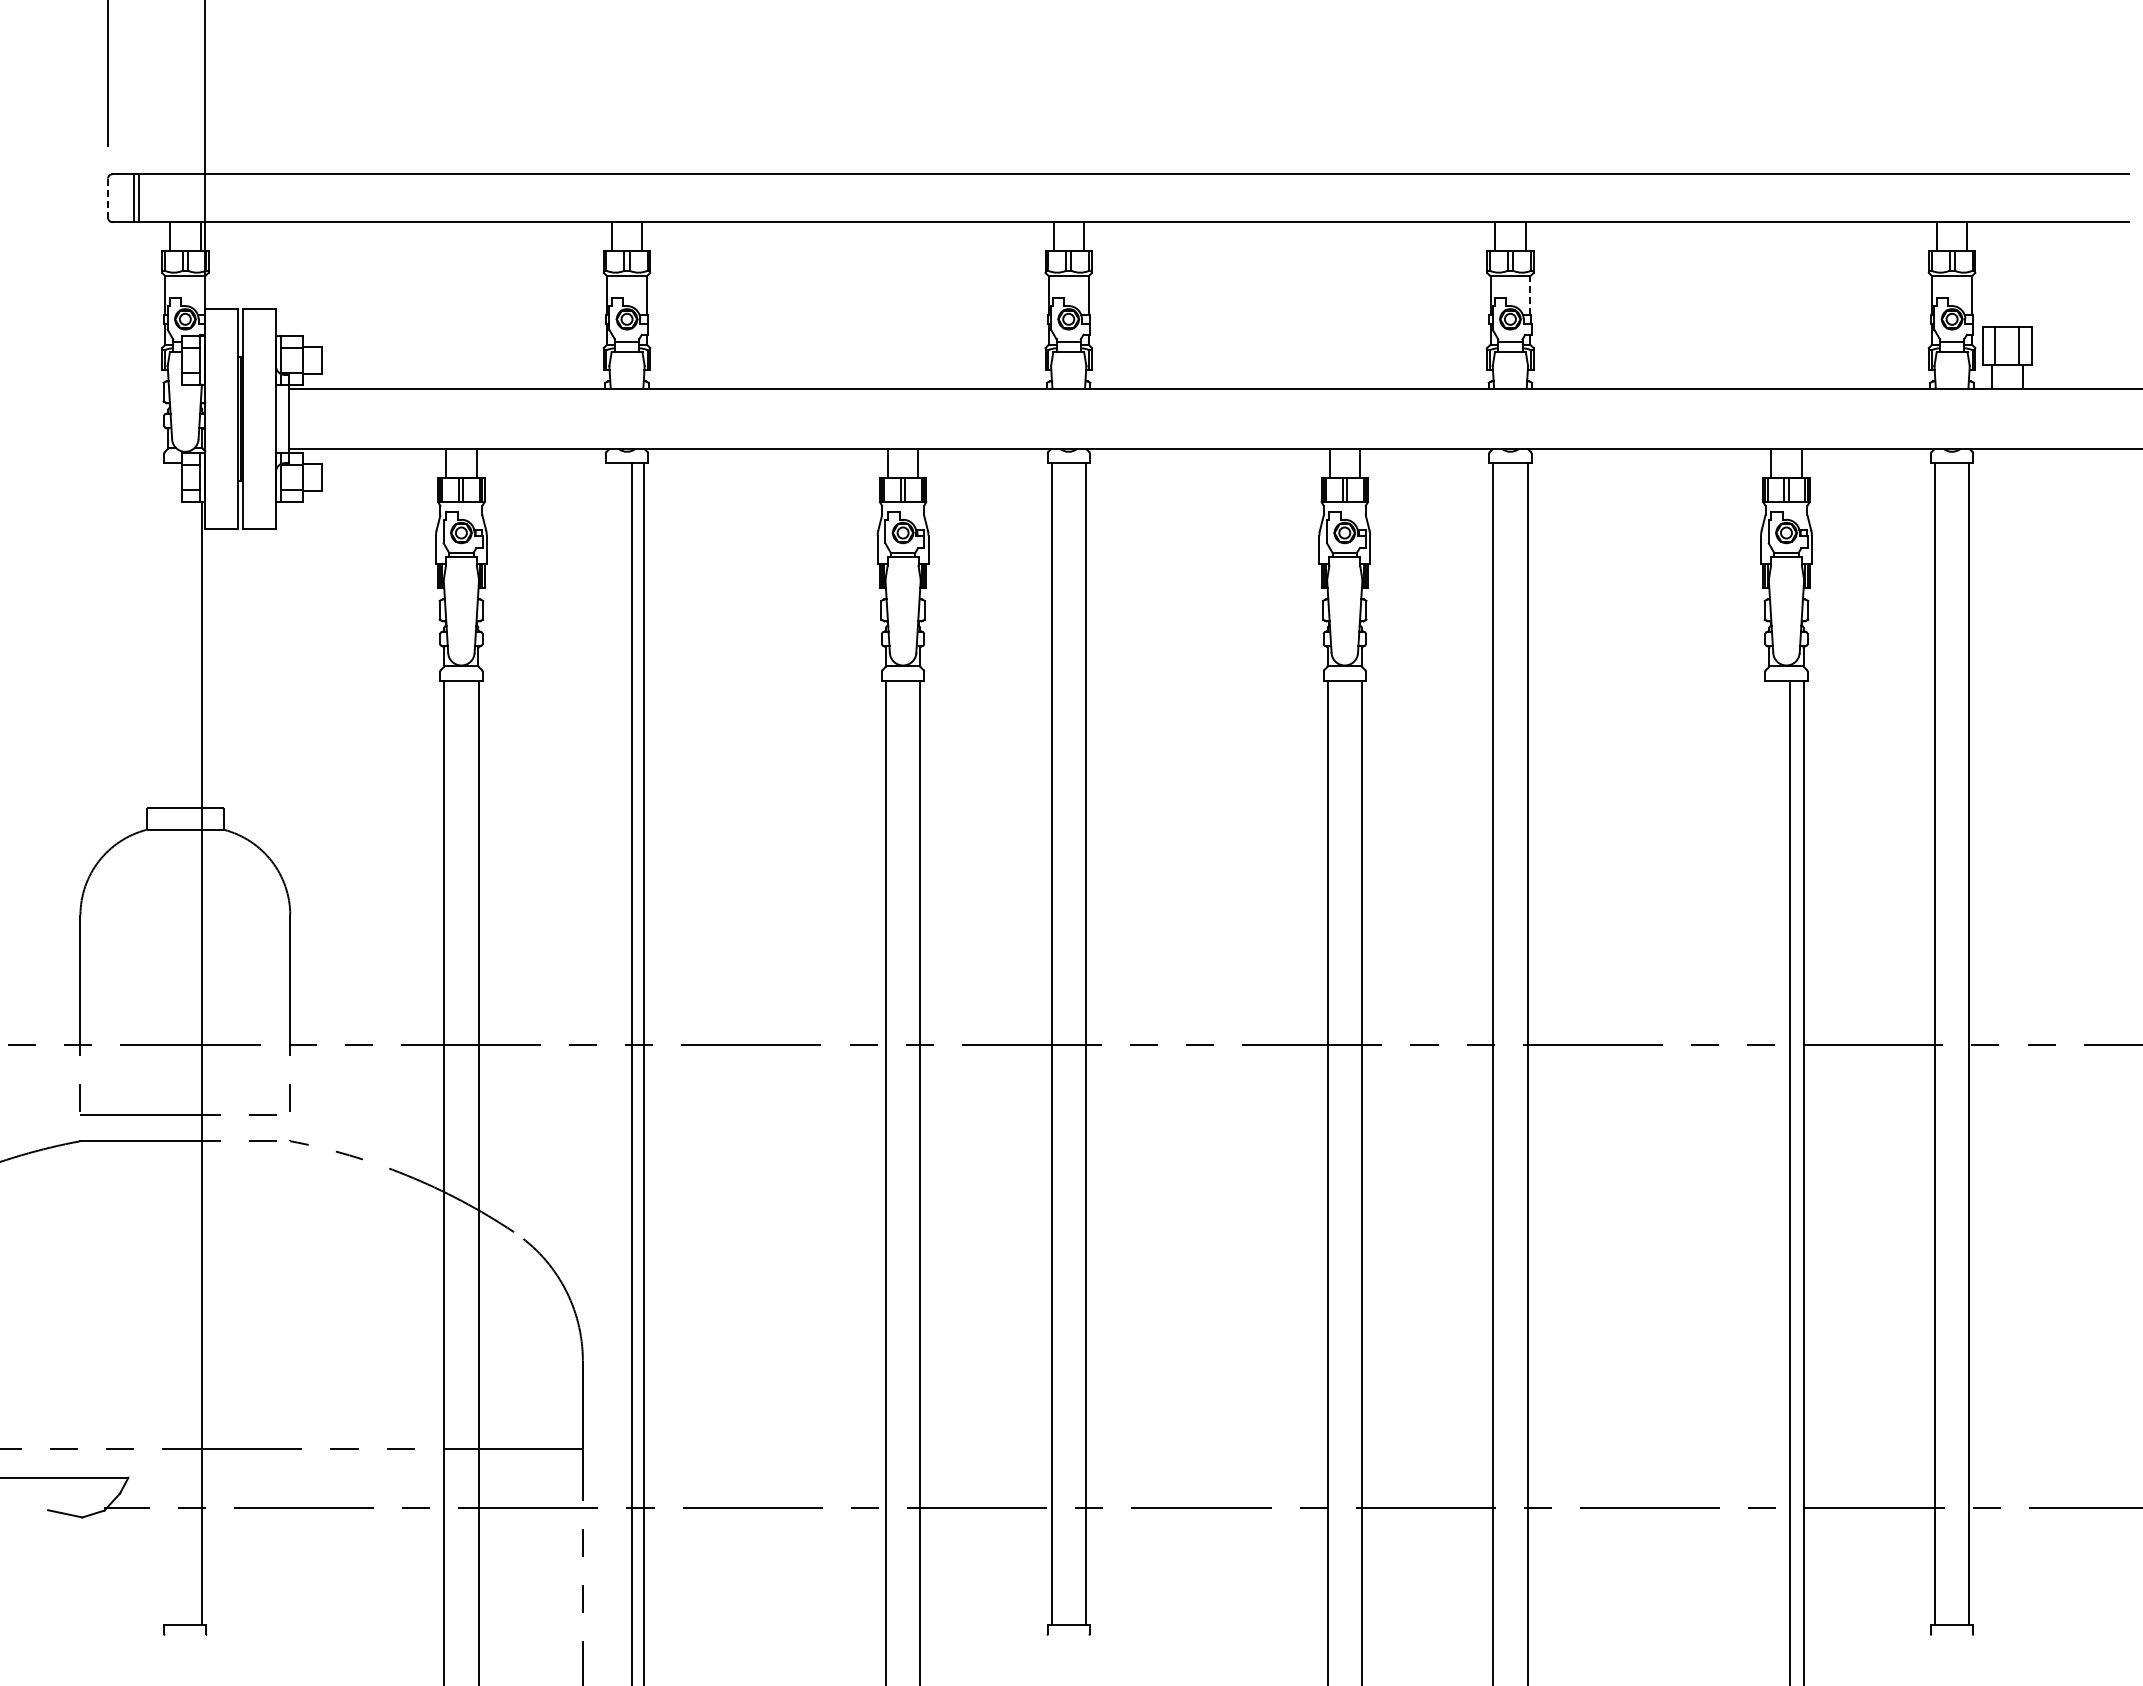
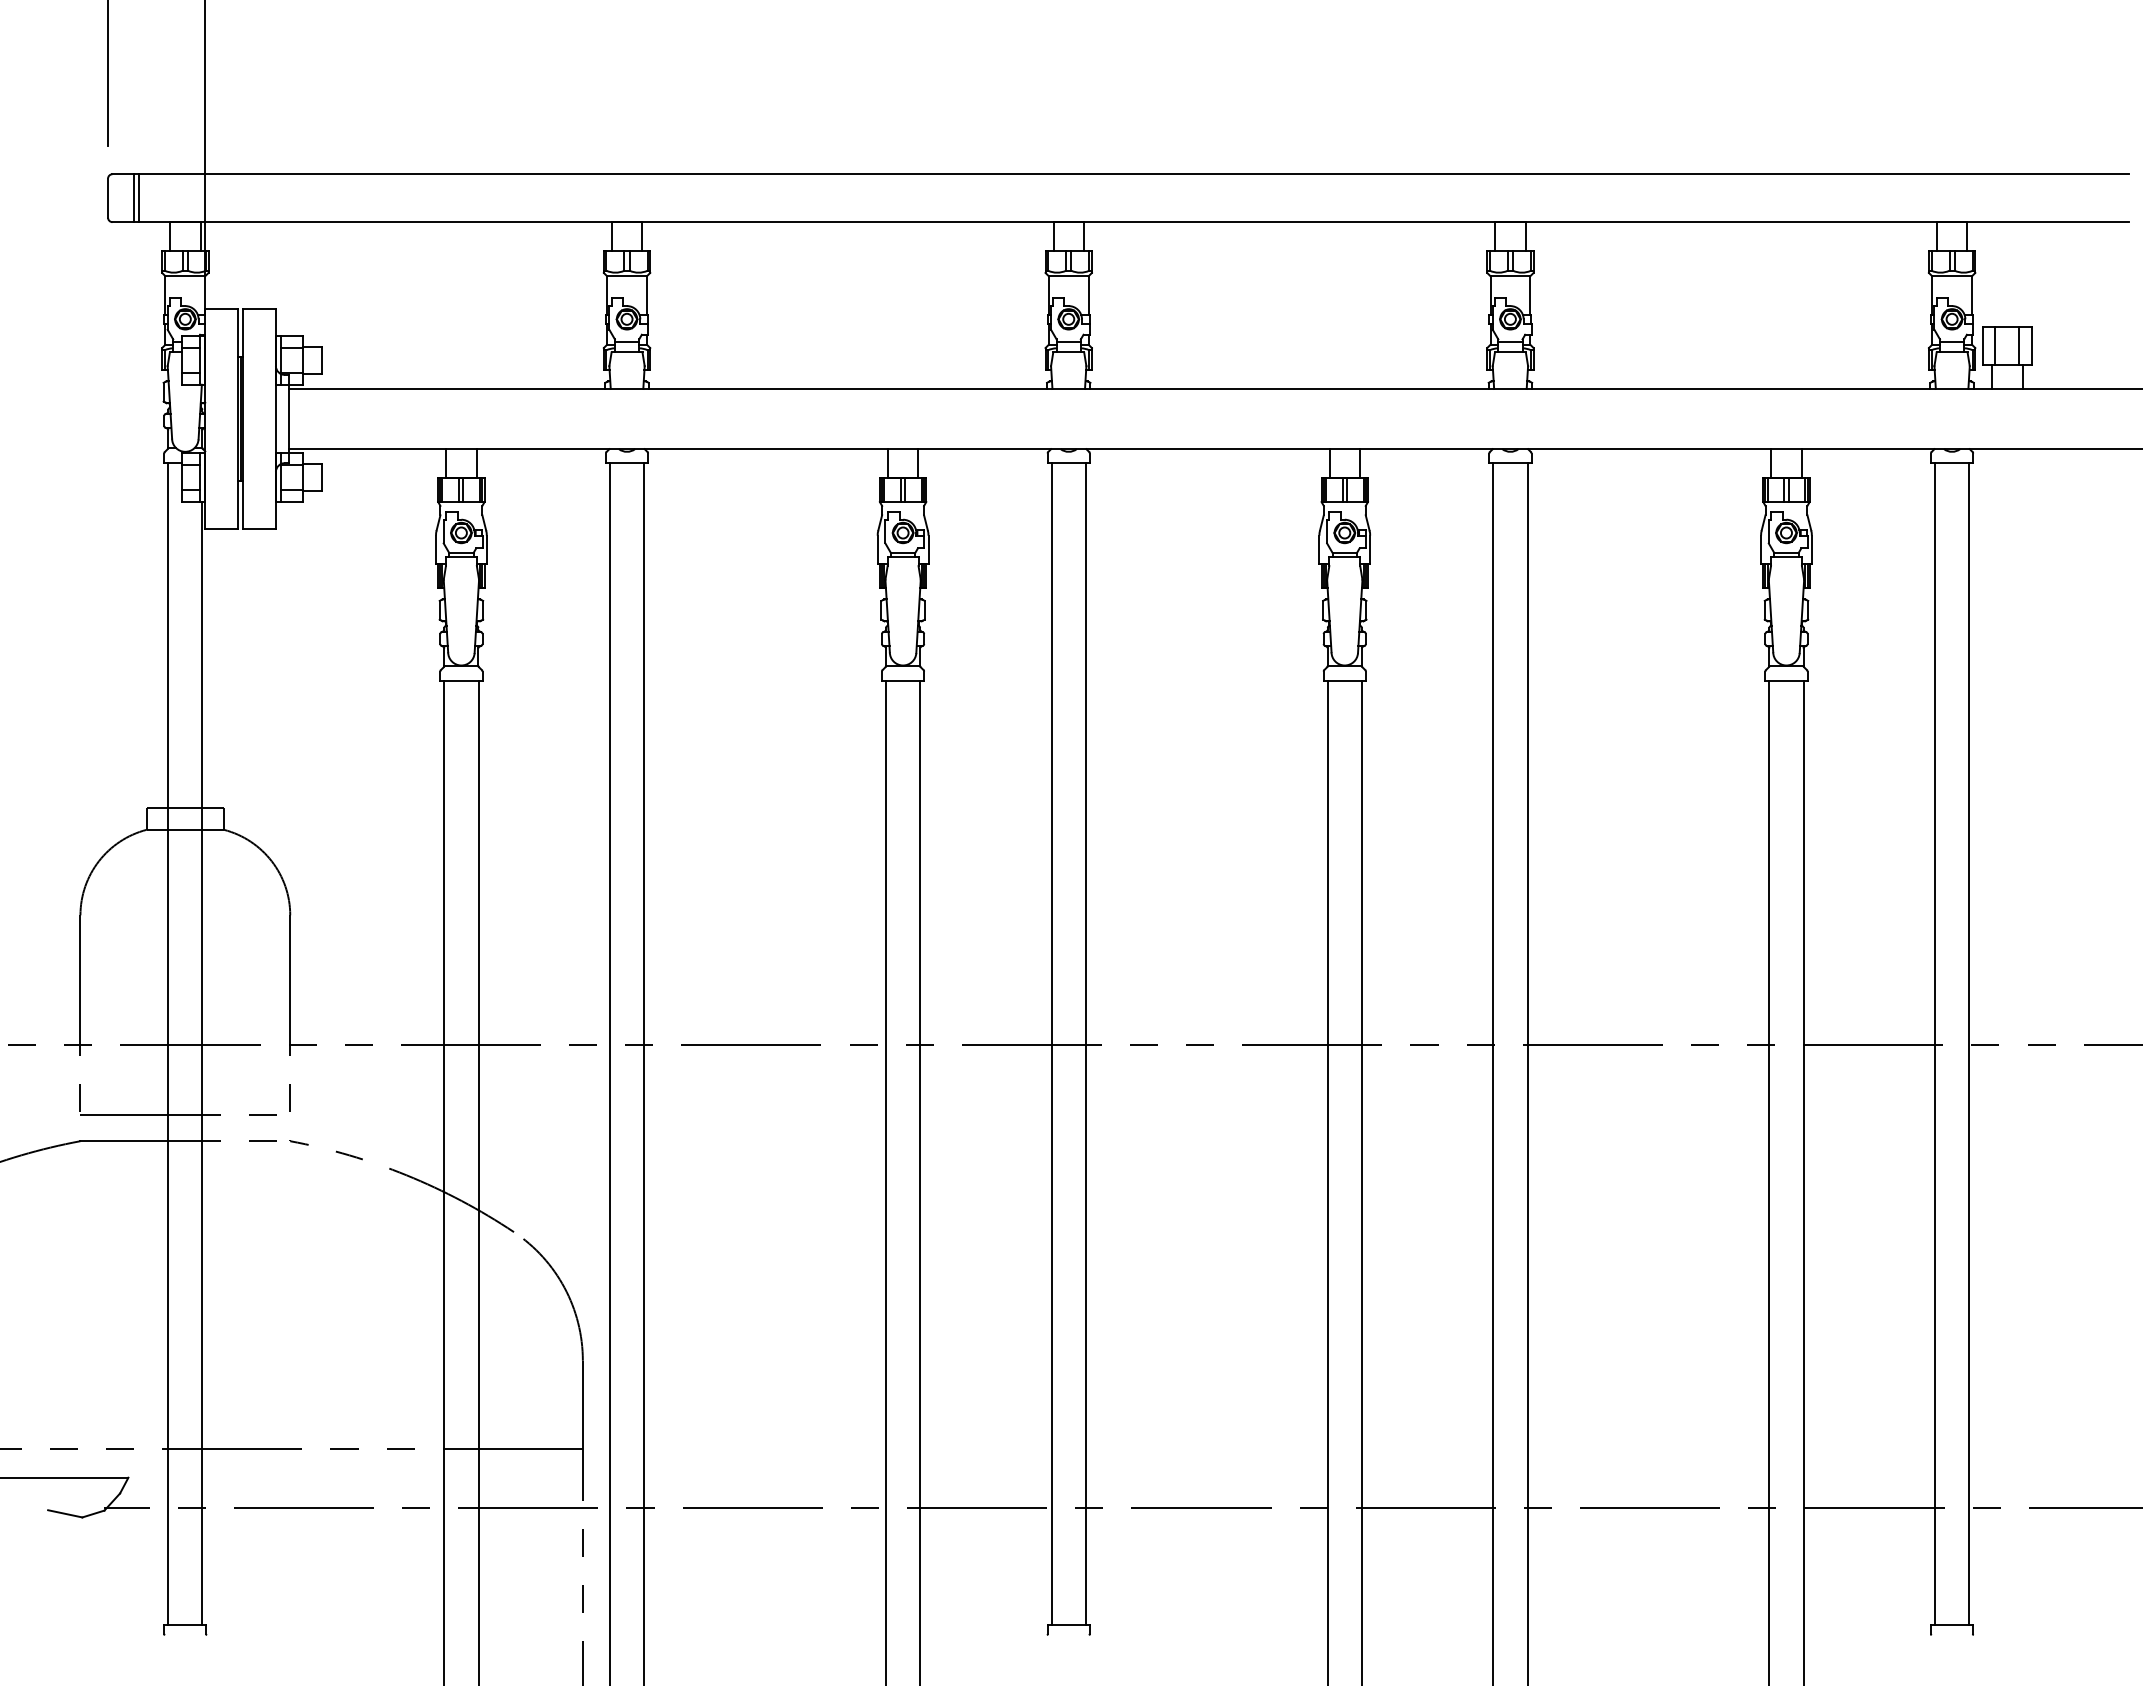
line at (108, 198): dashed -> solid
line at (1530, 295): dashed -> solid
line at (168, 1043): none -> present
line at (631, 1072) position: (631, 1072) -> (609, 1072)
line at (1790, 1181) position: (1790, 1181) -> (1769, 1181)
